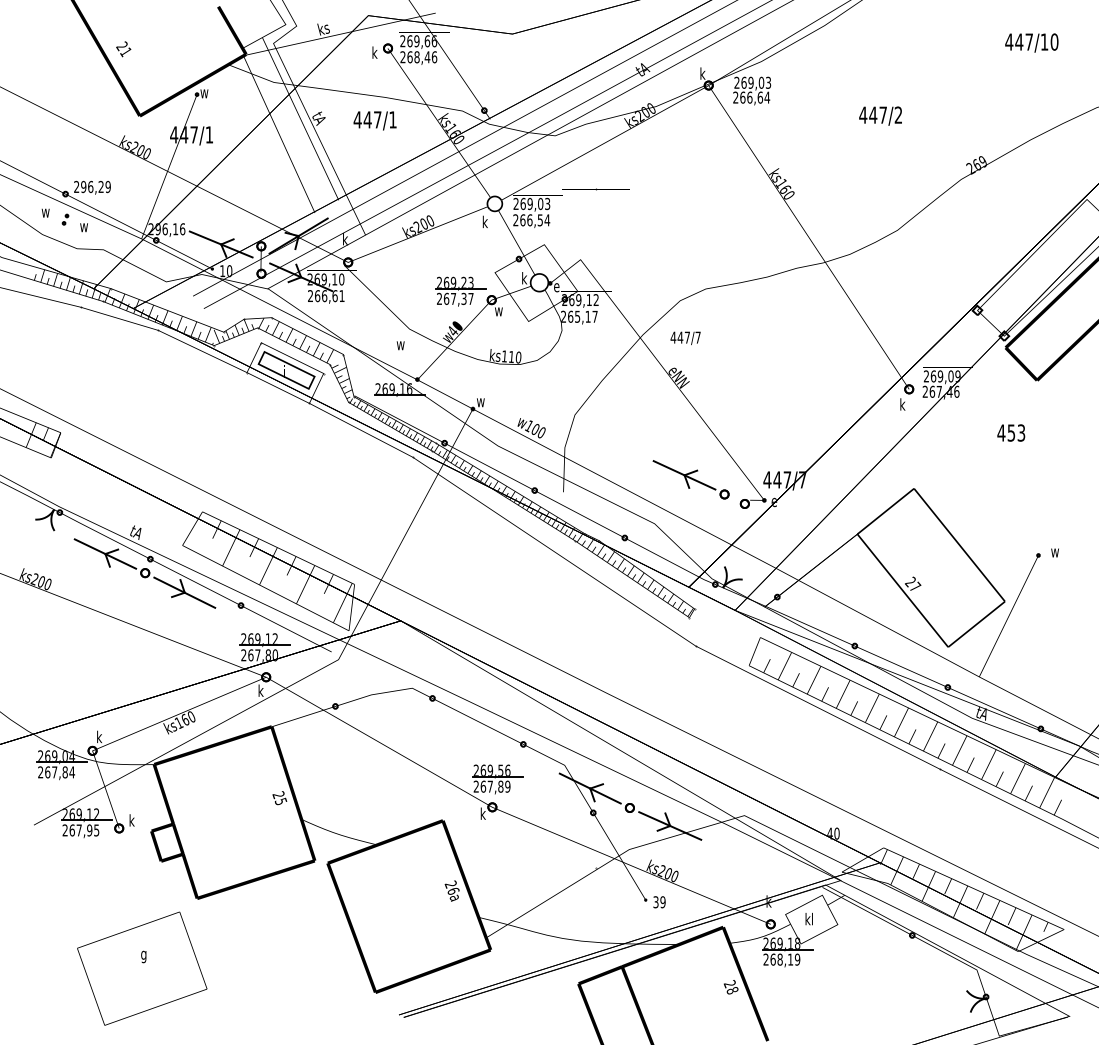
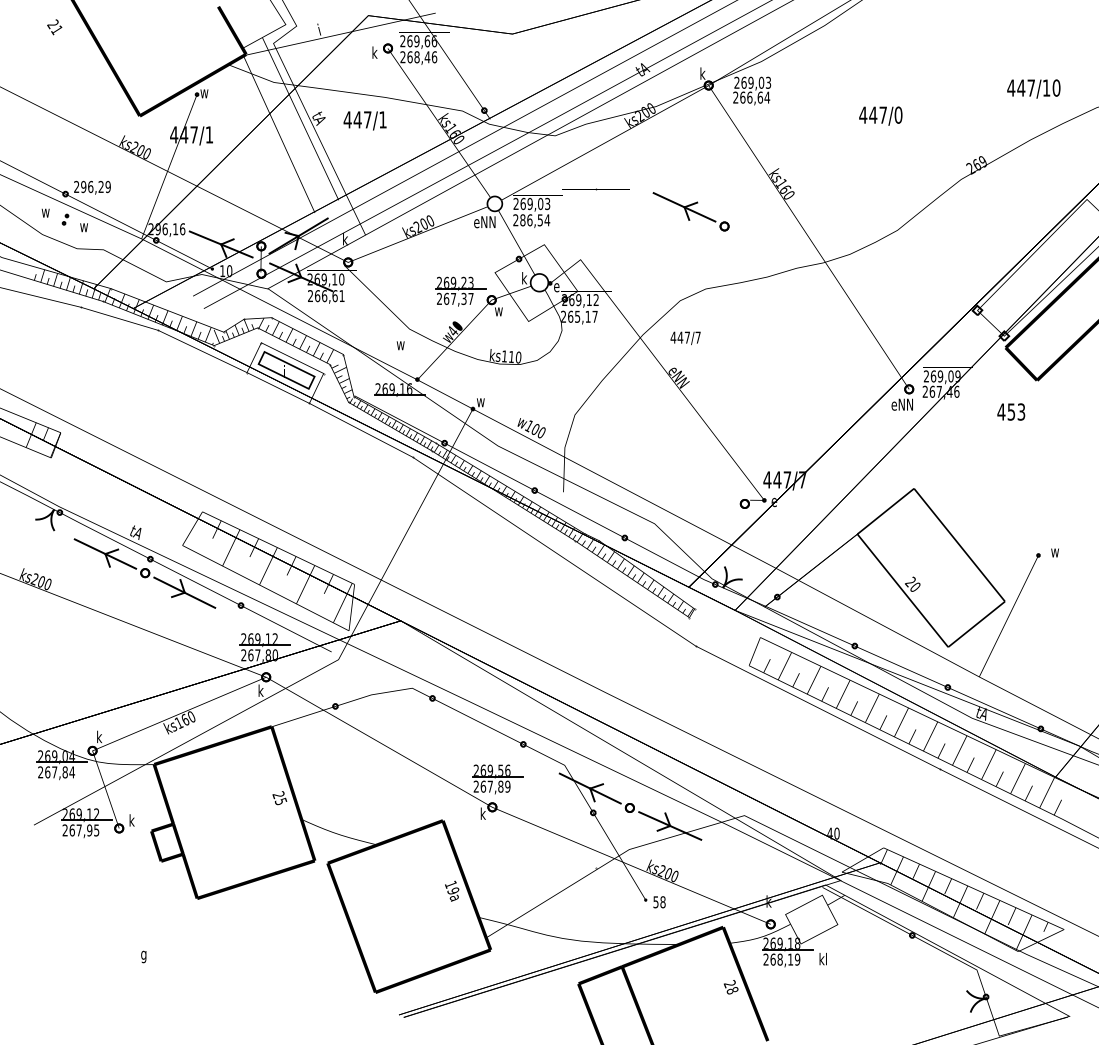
text at (323, 29): ks -> i
text at (1031, 42) position: (1031, 42) -> (1033, 88)
text at (123, 49) position: (123, 49) -> (54, 27)
text at (898, 114): 447/2 -> 447/0
text at (374, 120) position: (374, 120) -> (364, 120)
text at (522, 219): 266,54 -> 286,54
text at (484, 221): k -> eNN
text at (901, 404): k -> eNN
text at (1011, 432) position: (1011, 432) -> (1011, 411)
part at (690, 479) position: (690, 479) -> (690, 211)
text at (915, 586): 27 -> 20
text at (451, 887): 26a -> 19a
text at (659, 902): 39 -> 58
text at (808, 918) position: (808, 918) -> (822, 958)
part at (142, 968): present -> none
